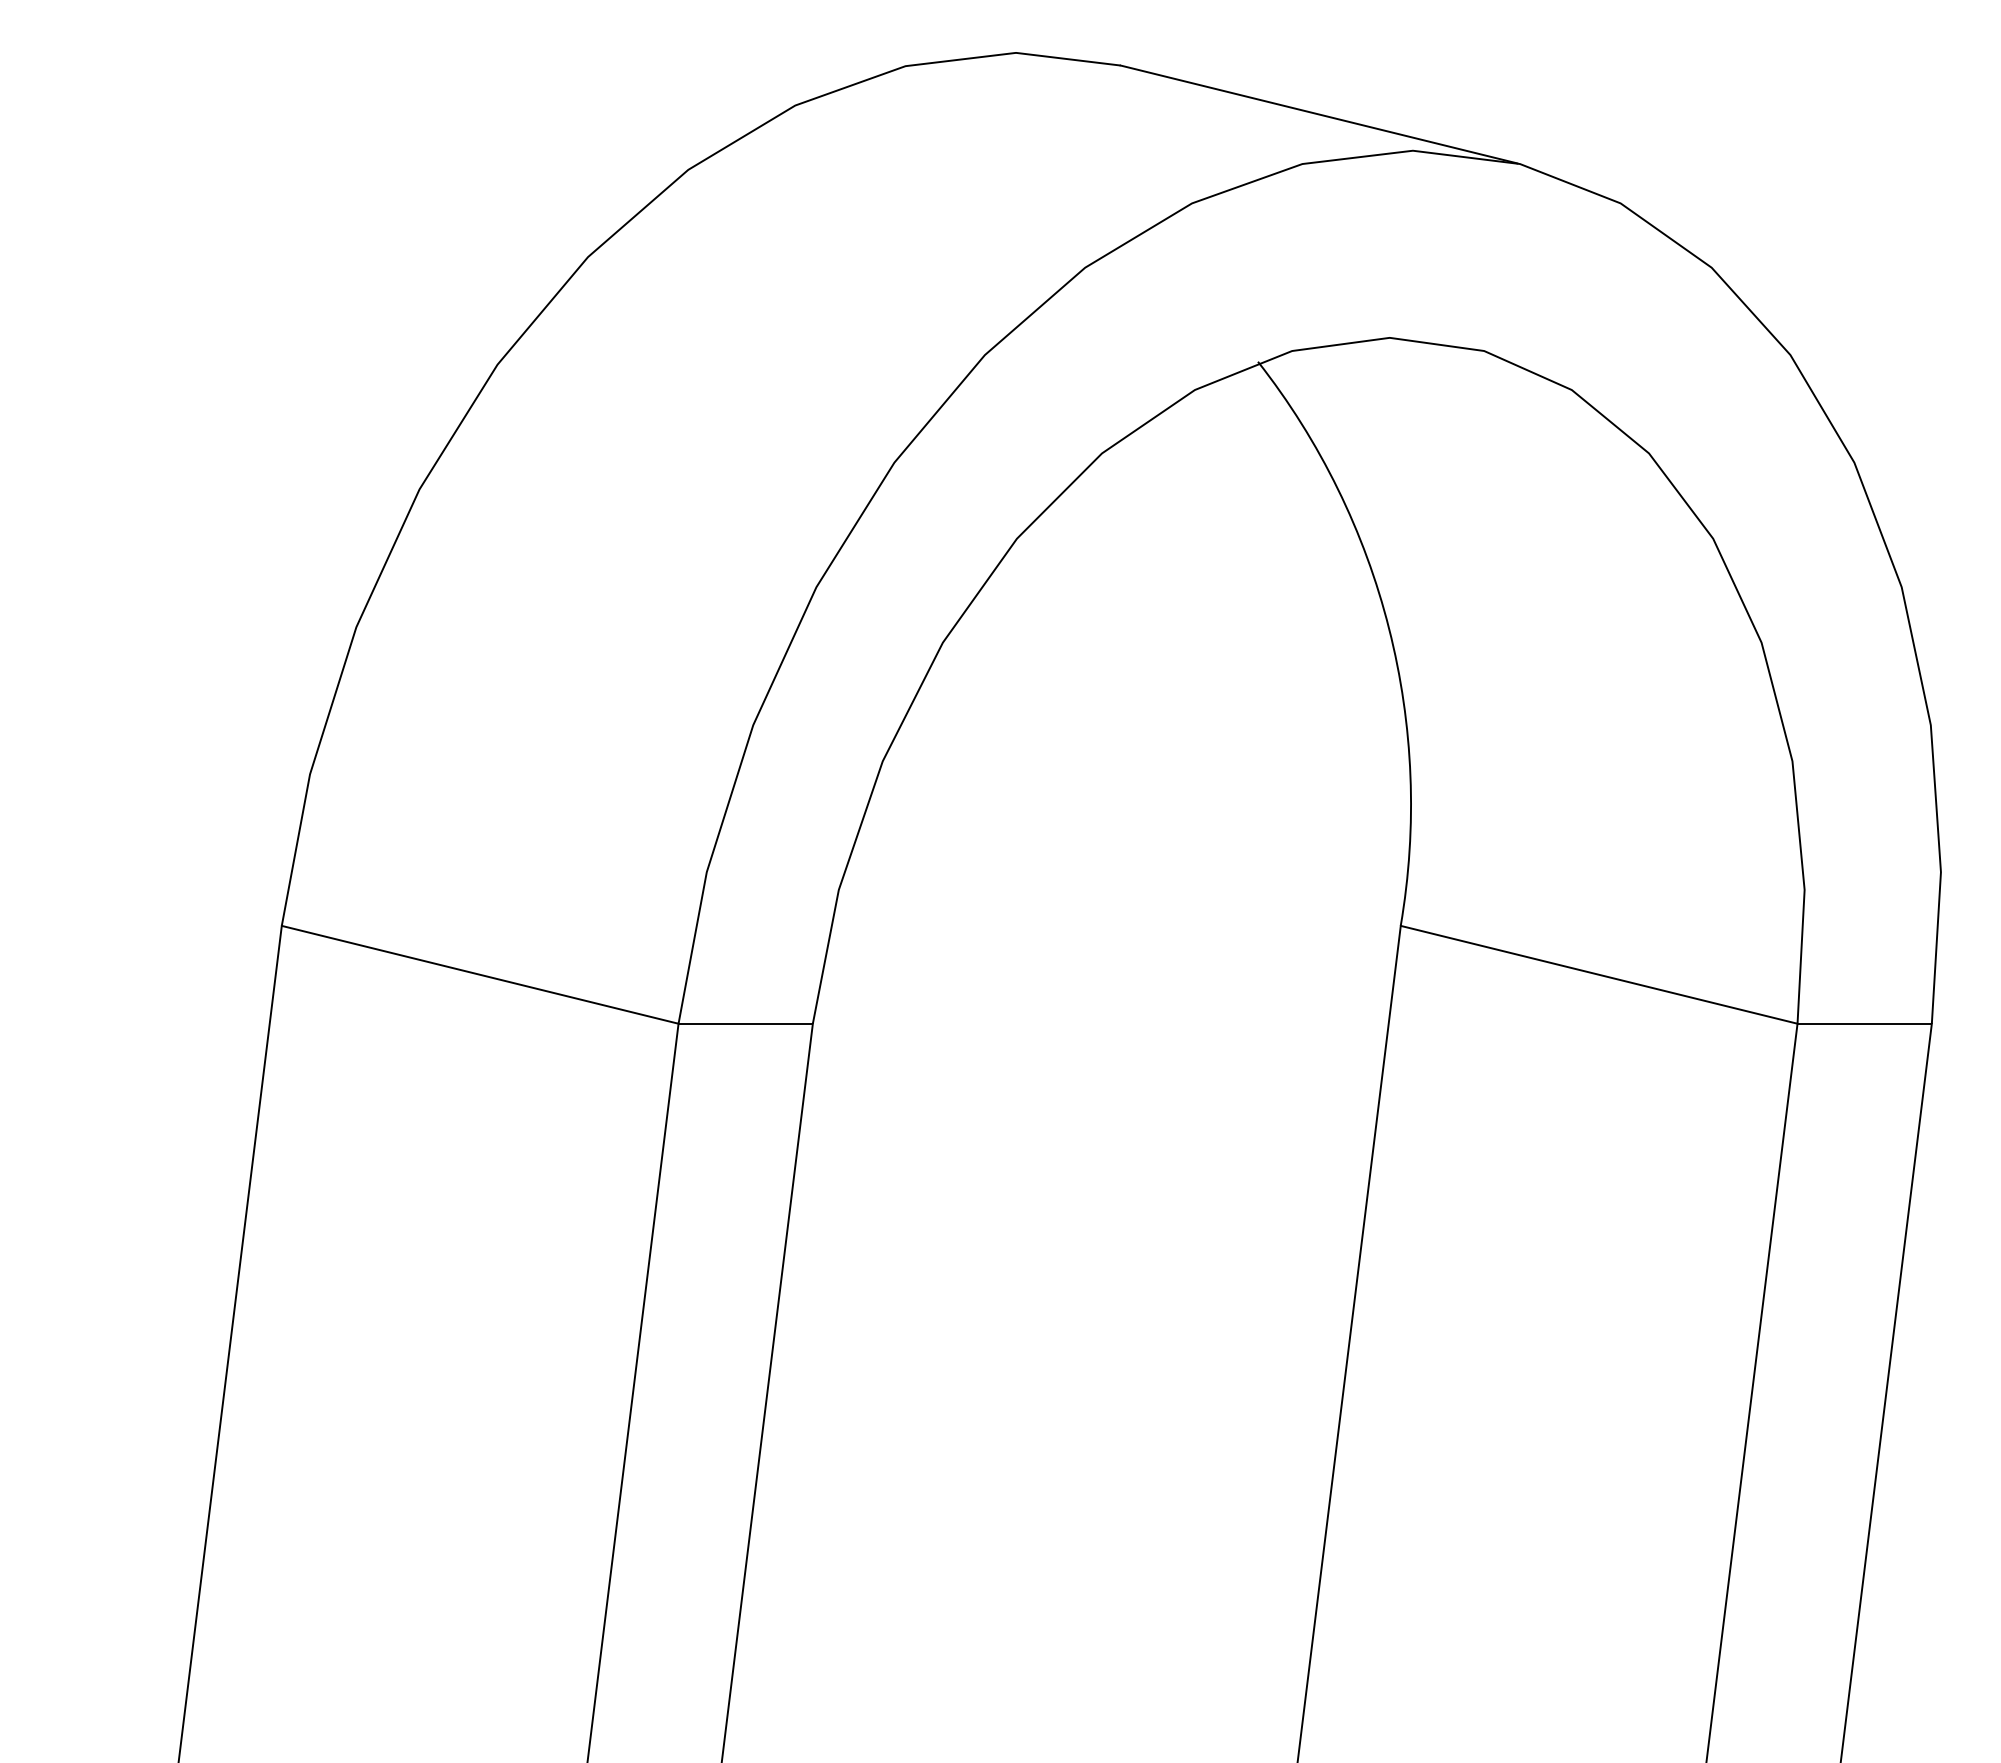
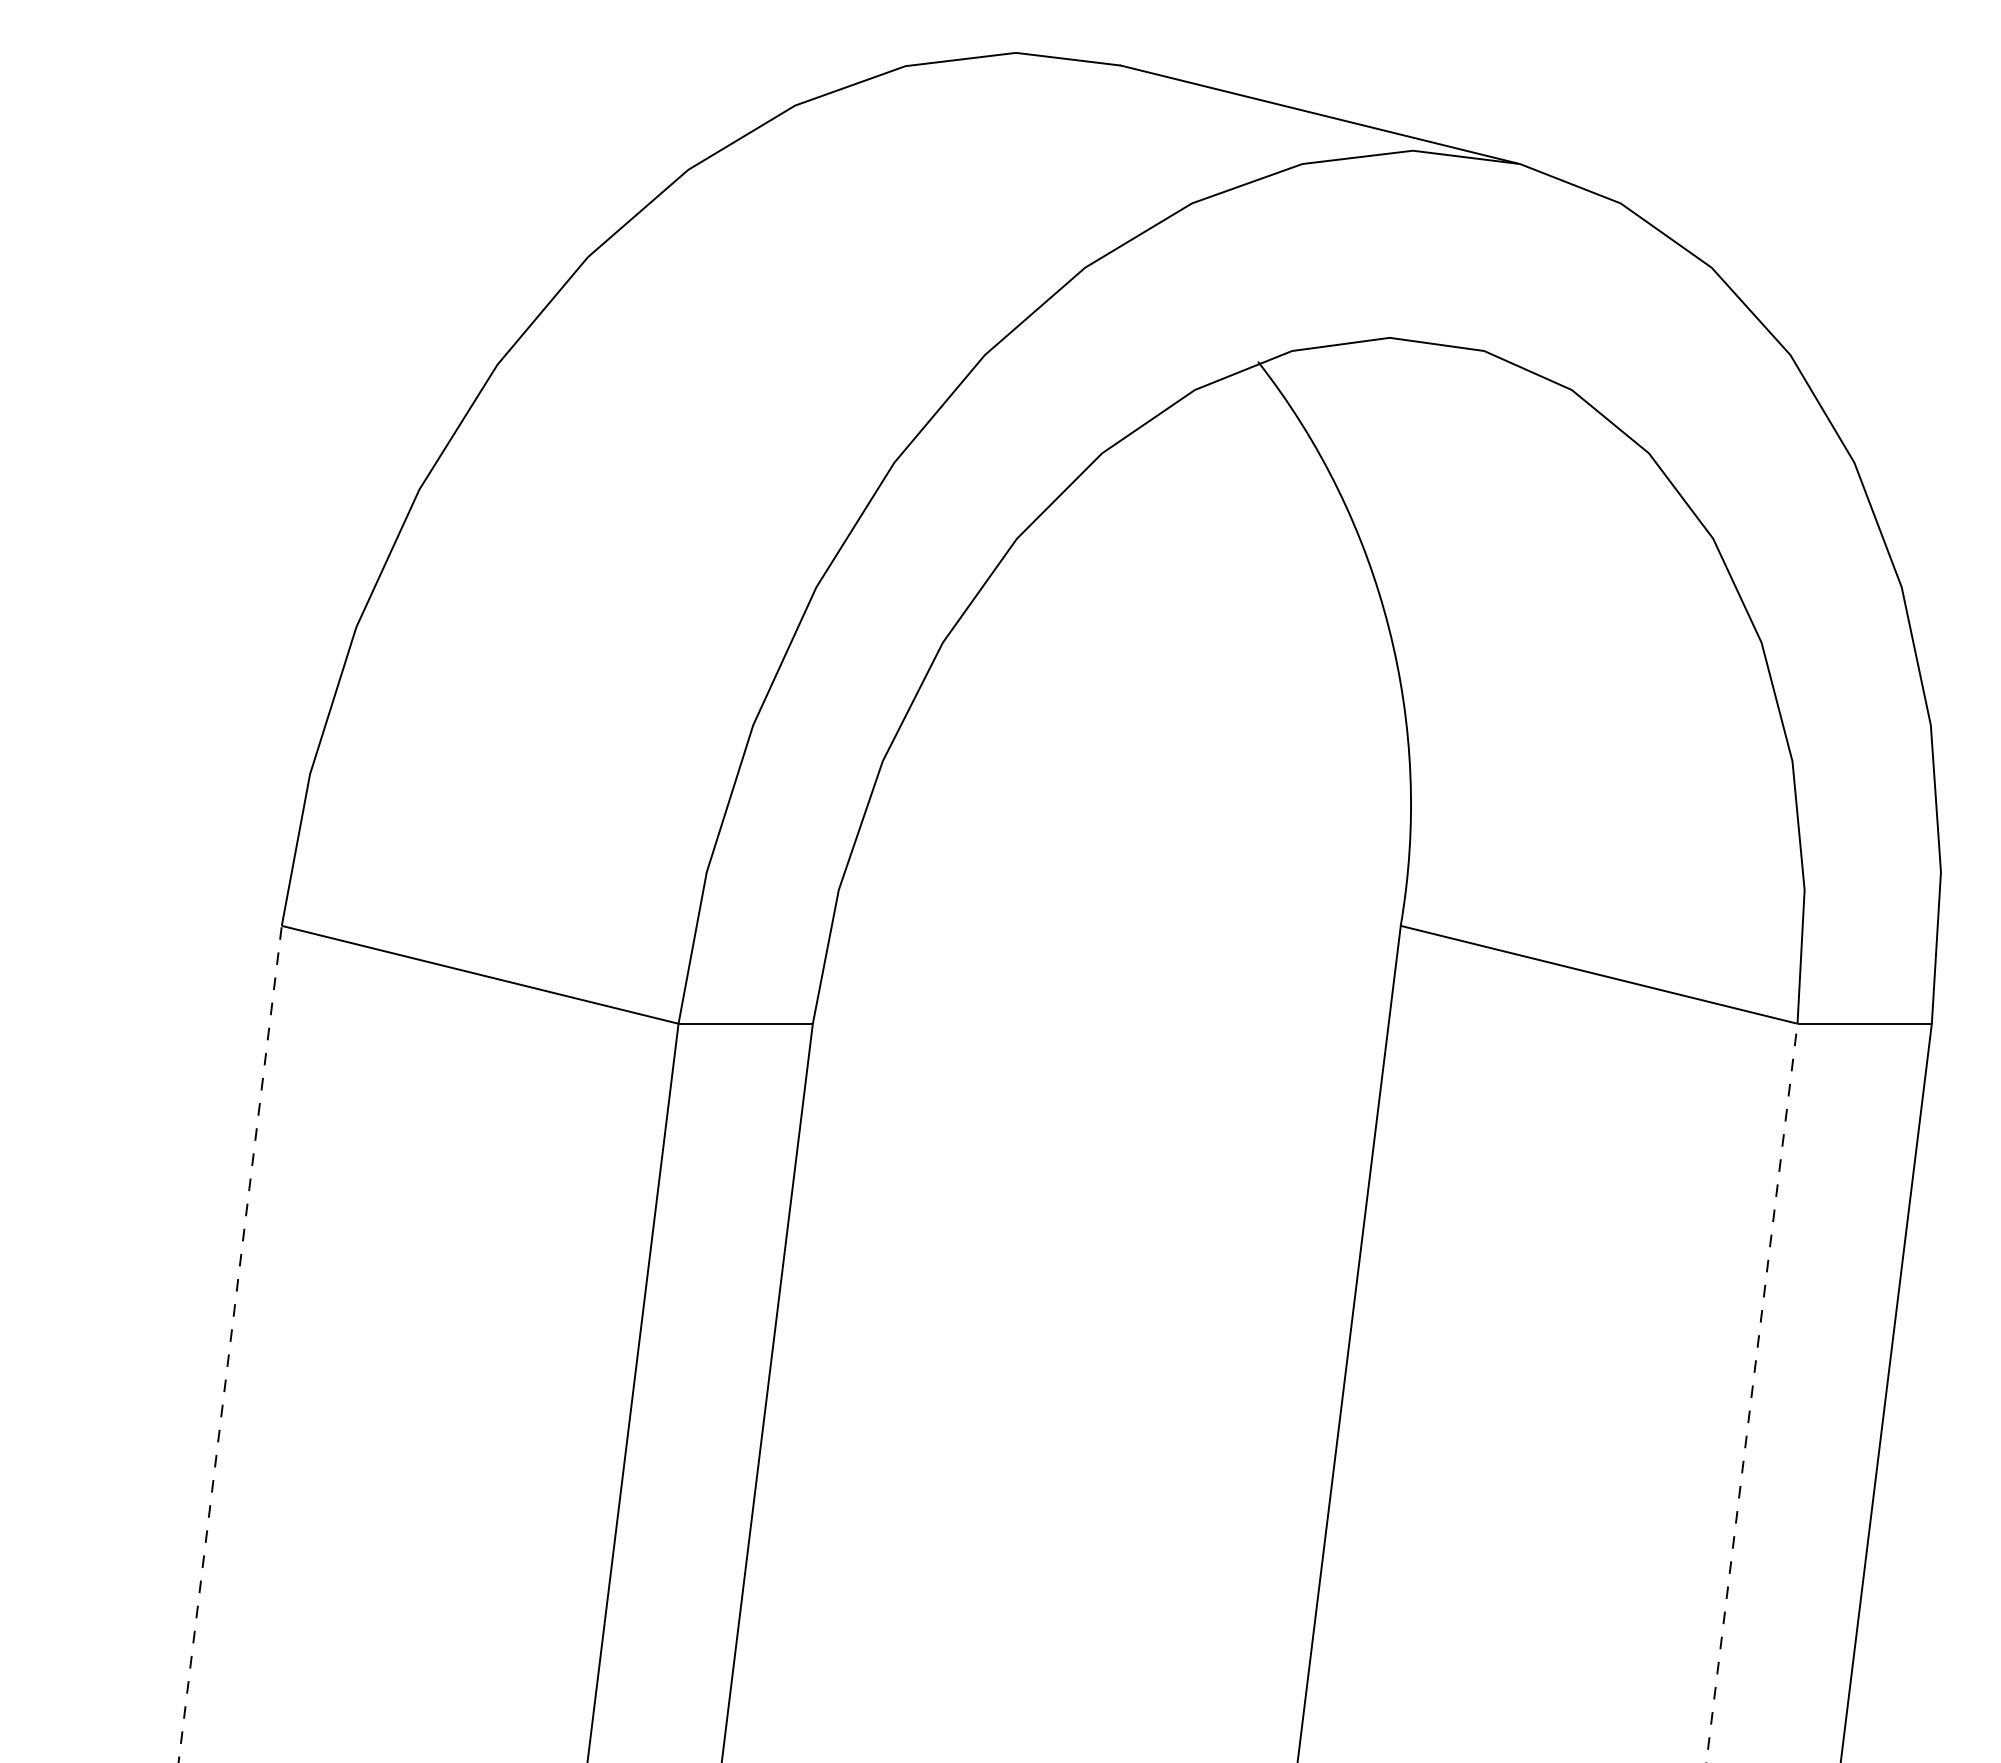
line at (230, 1343): solid -> dashed
line at (1752, 1392): solid -> dashed
